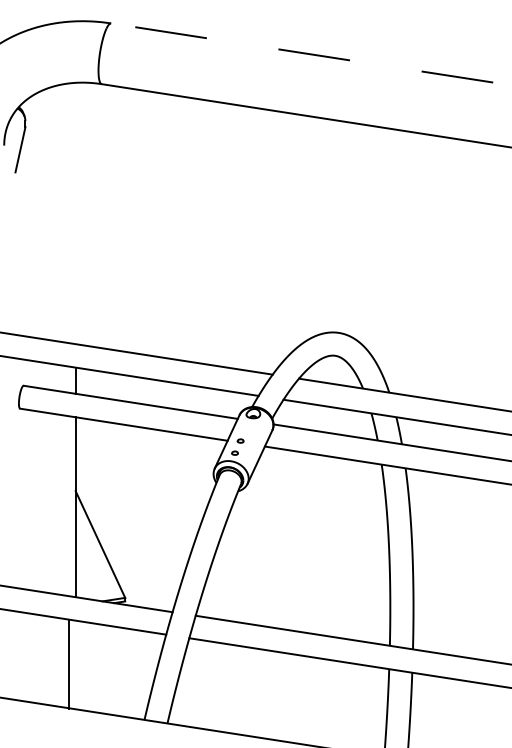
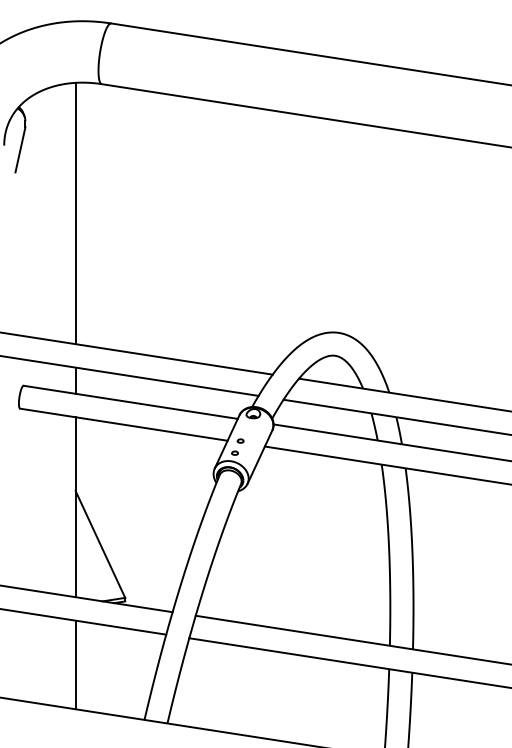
line at (310, 54): dashed -> solid
line at (75, 213): none -> present
line at (68, 664) position: (68, 664) -> (75, 664)
